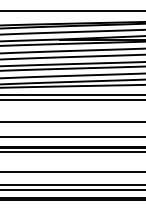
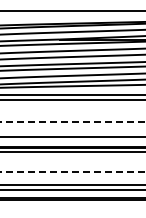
line at (73, 122): solid -> dashed
line at (72, 171): solid -> dashed
